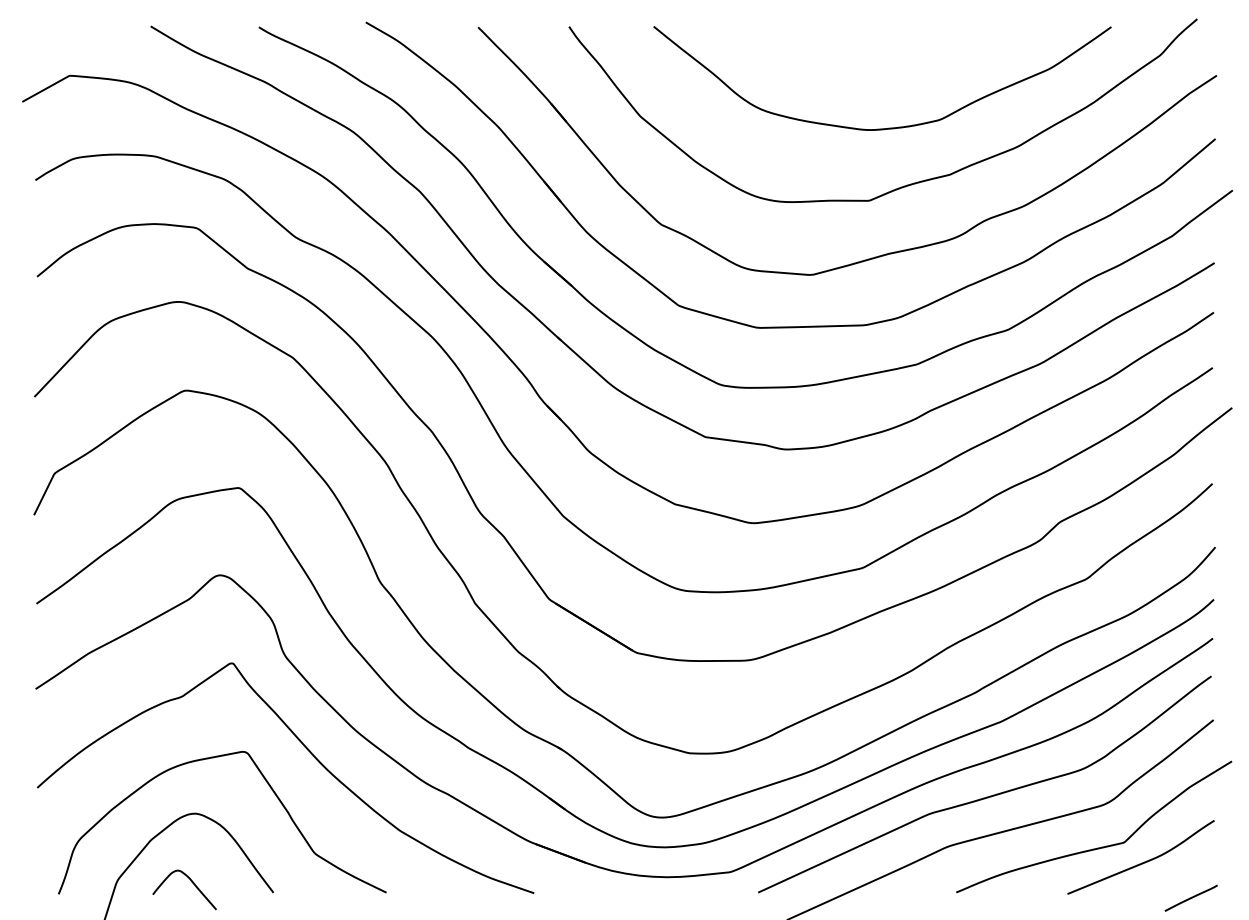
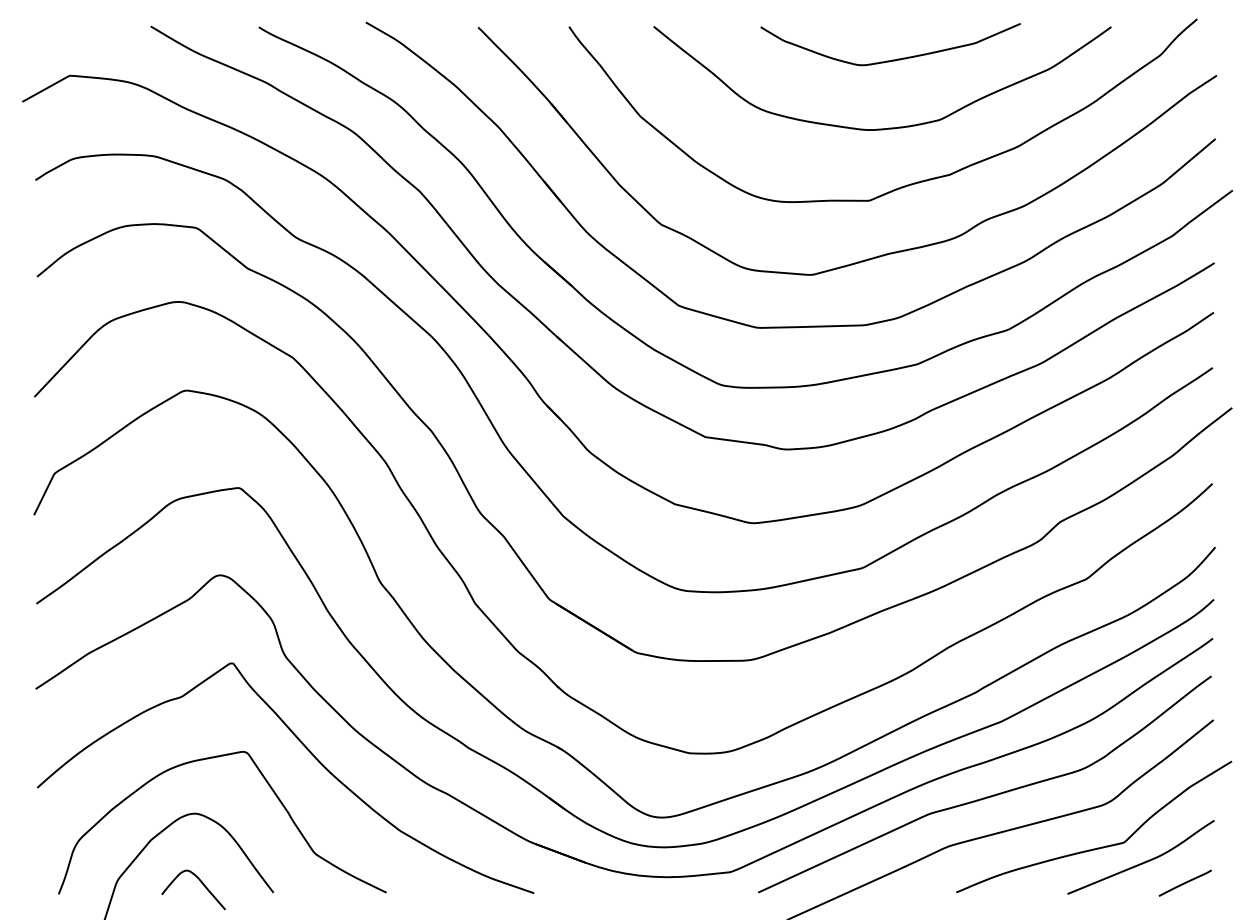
curve at (892, 59): none -> present
curve at (191, 882) position: (191, 882) -> (200, 882)
line at (1190, 897) position: (1190, 897) -> (1184, 882)
